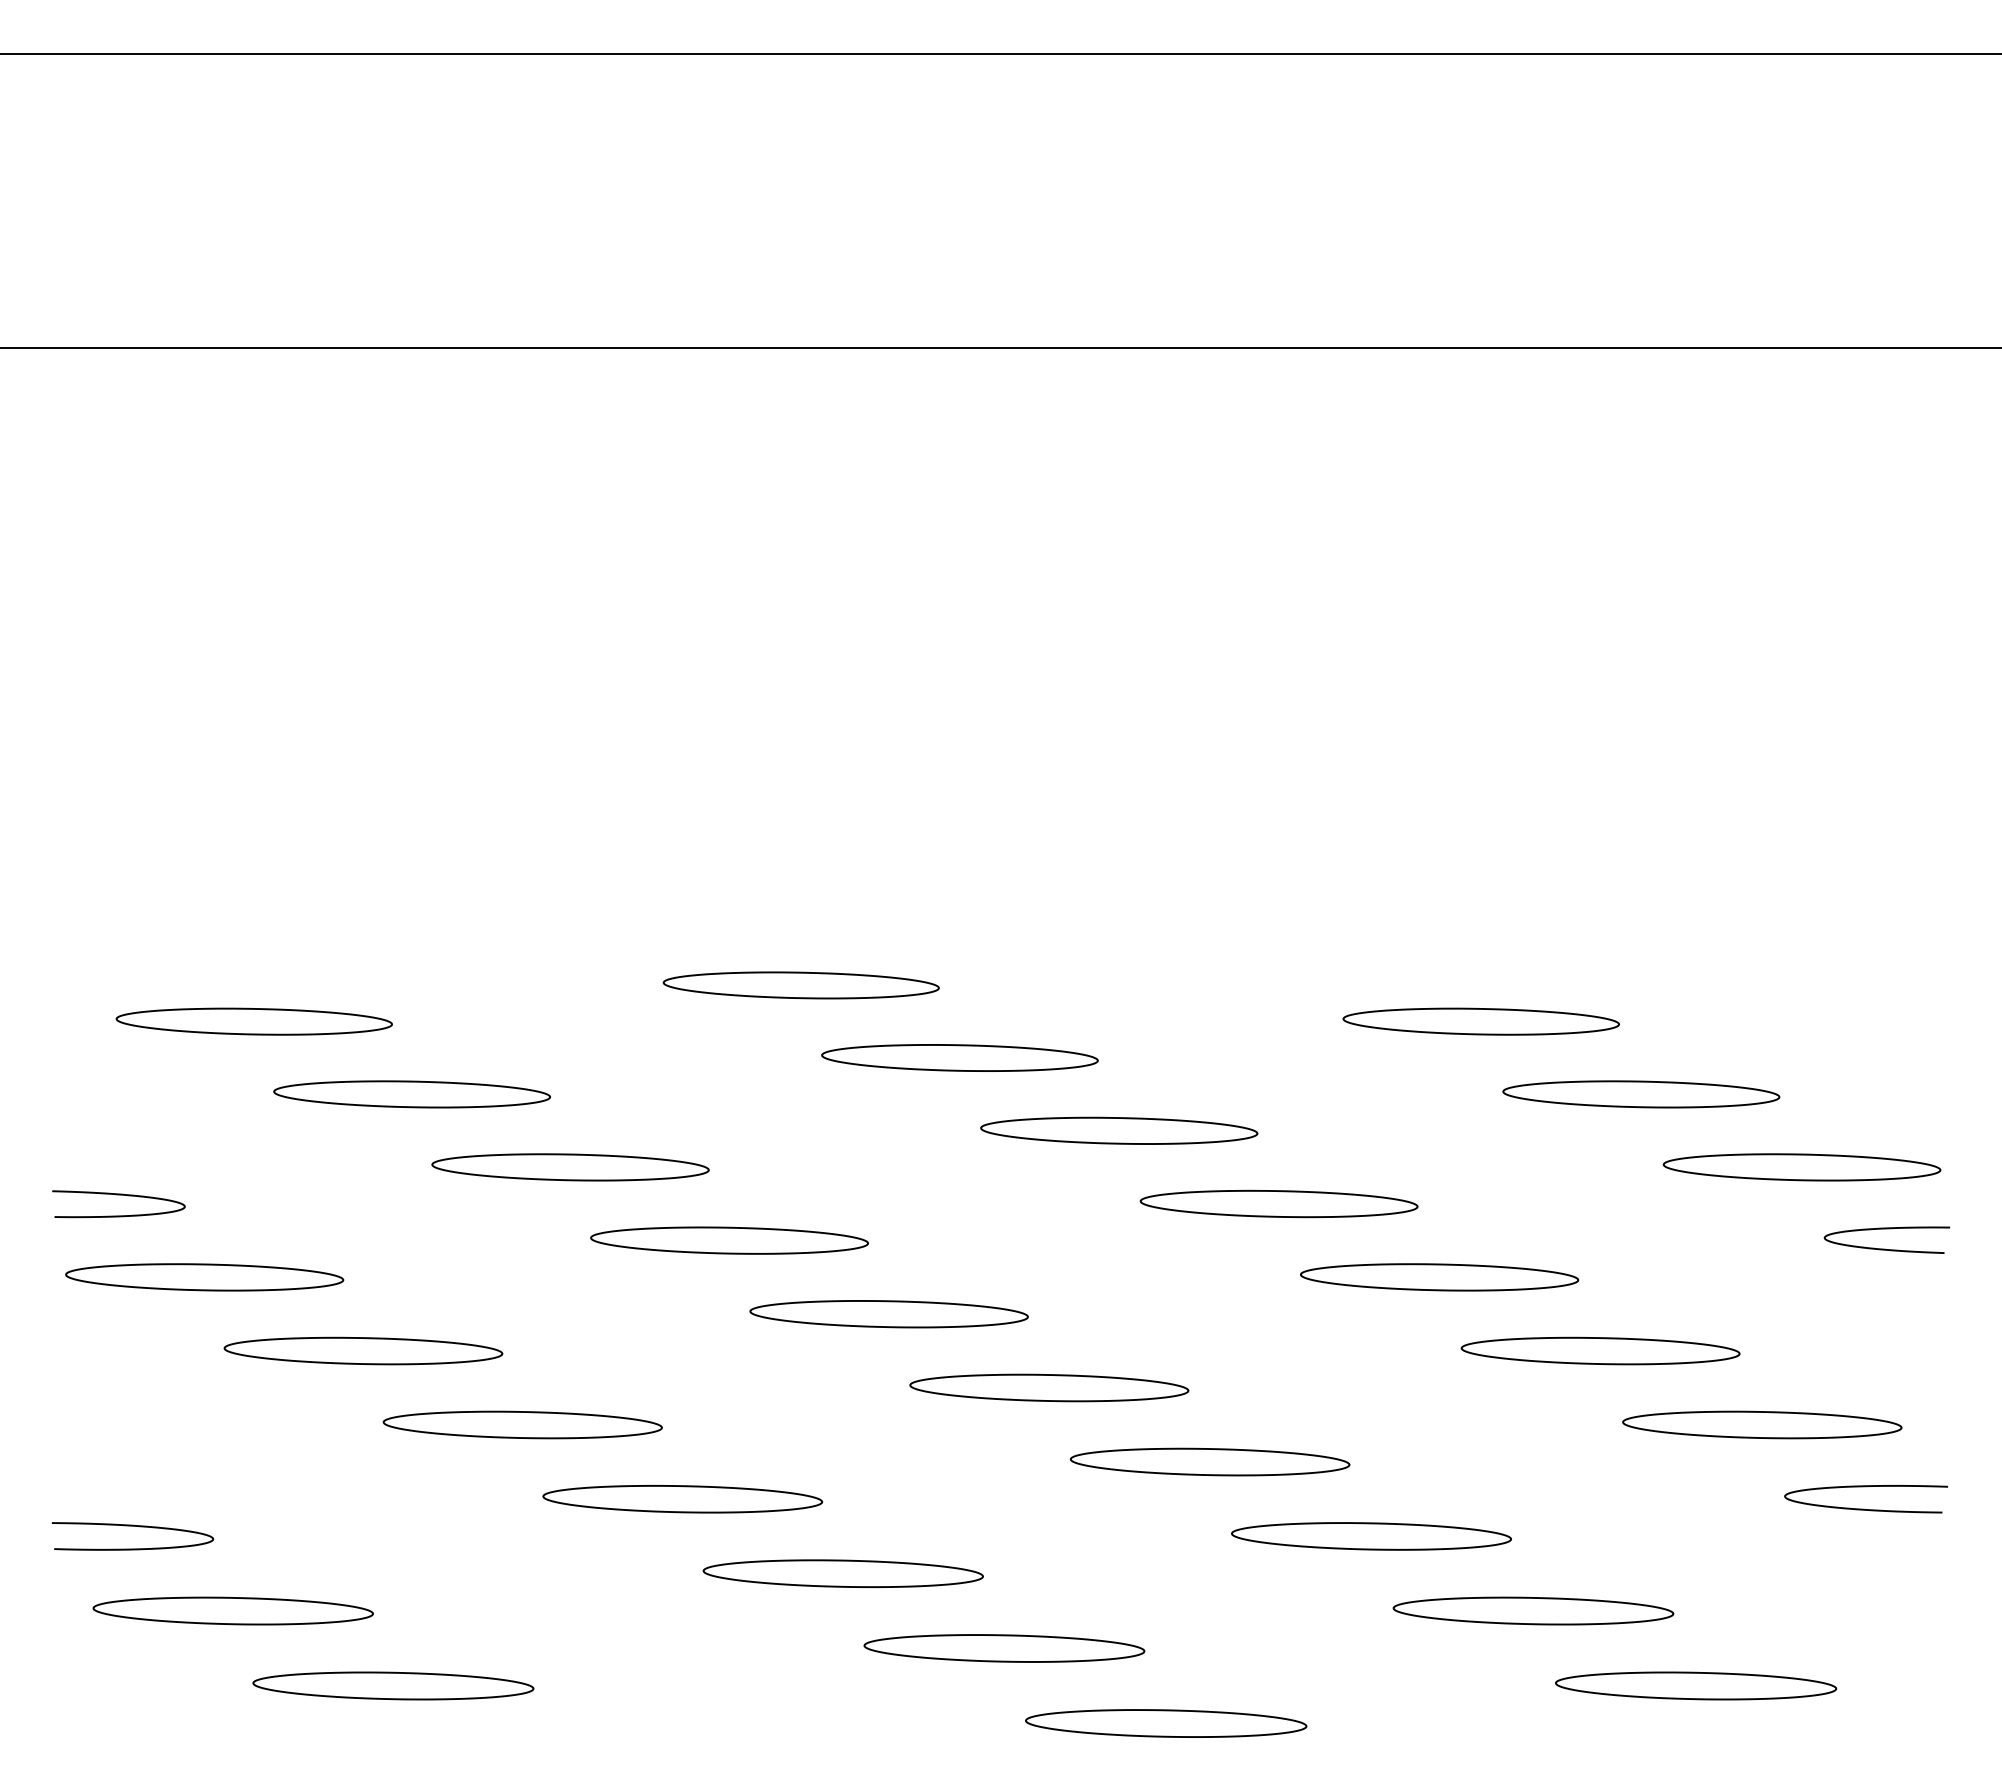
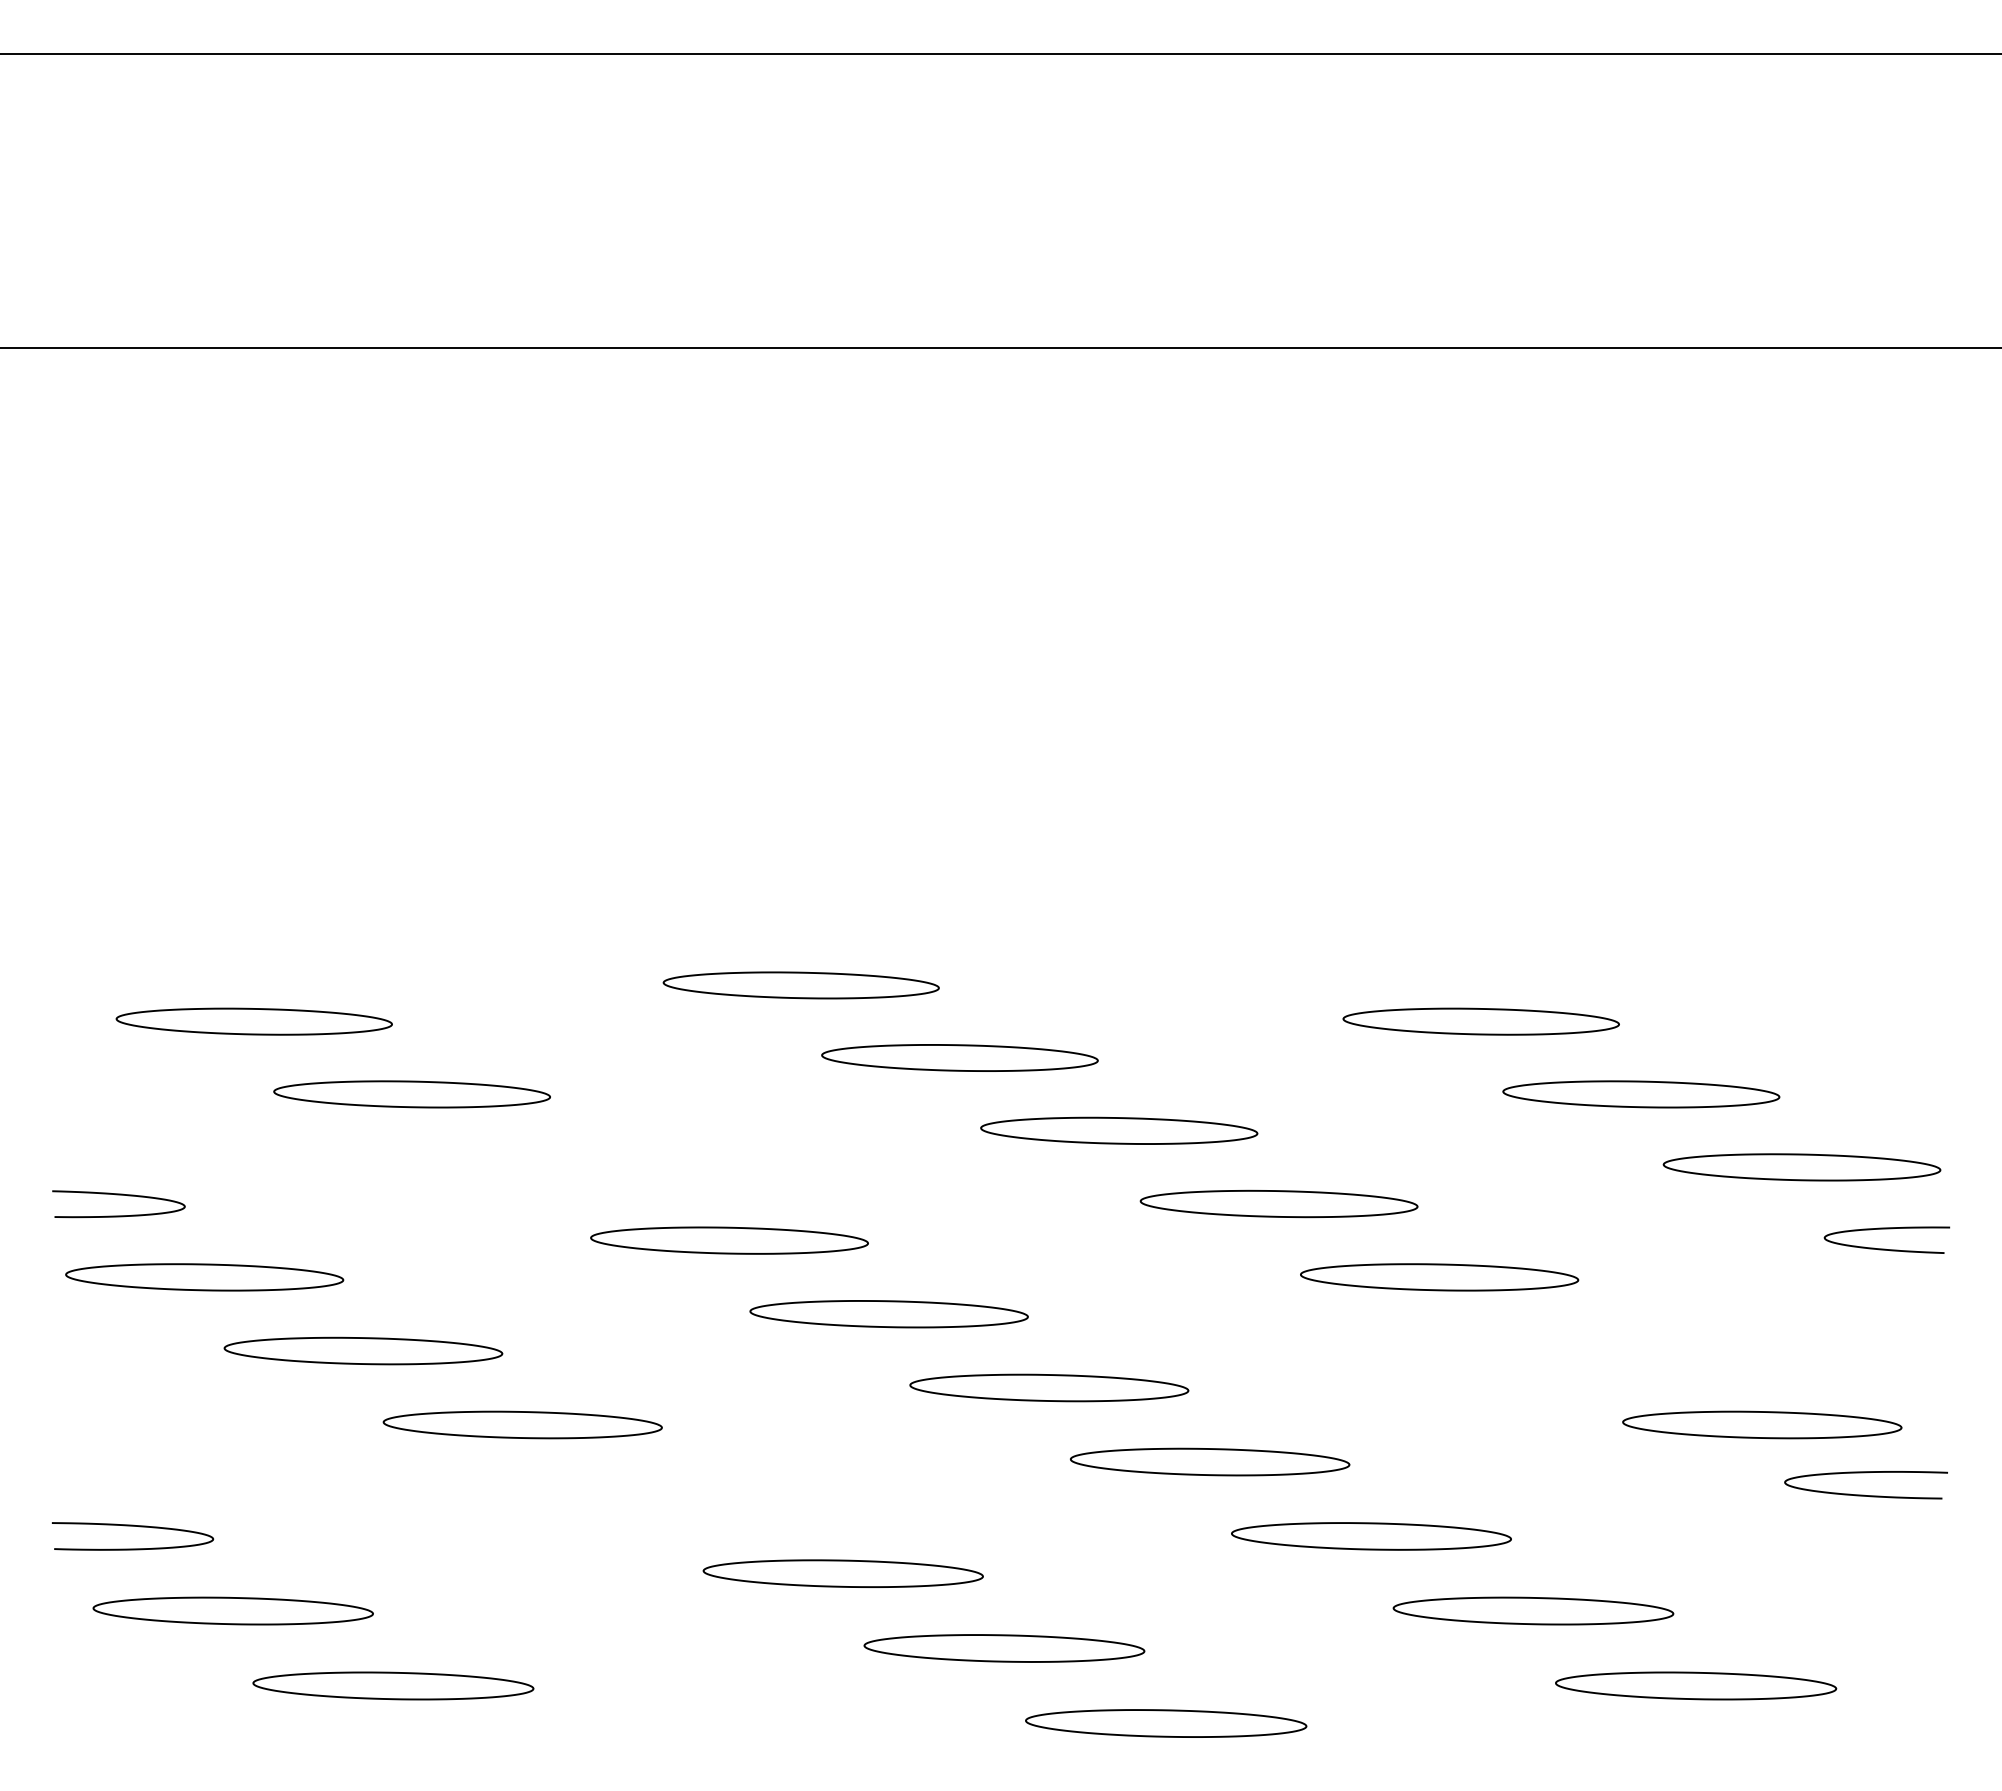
part at (570, 1167): present -> none
part at (1600, 1350): present -> none
part at (682, 1499): present -> none
curve at (1864, 1508) position: (1864, 1508) -> (1864, 1494)
